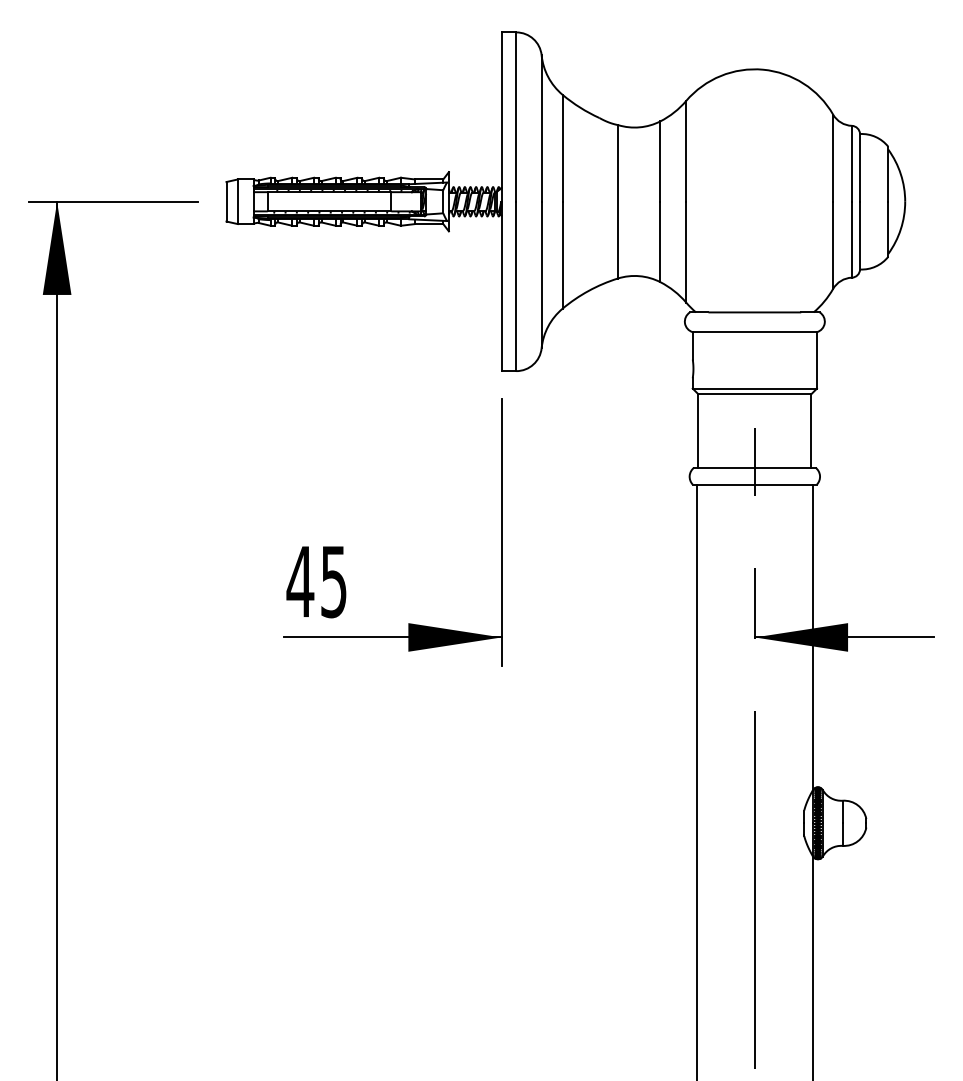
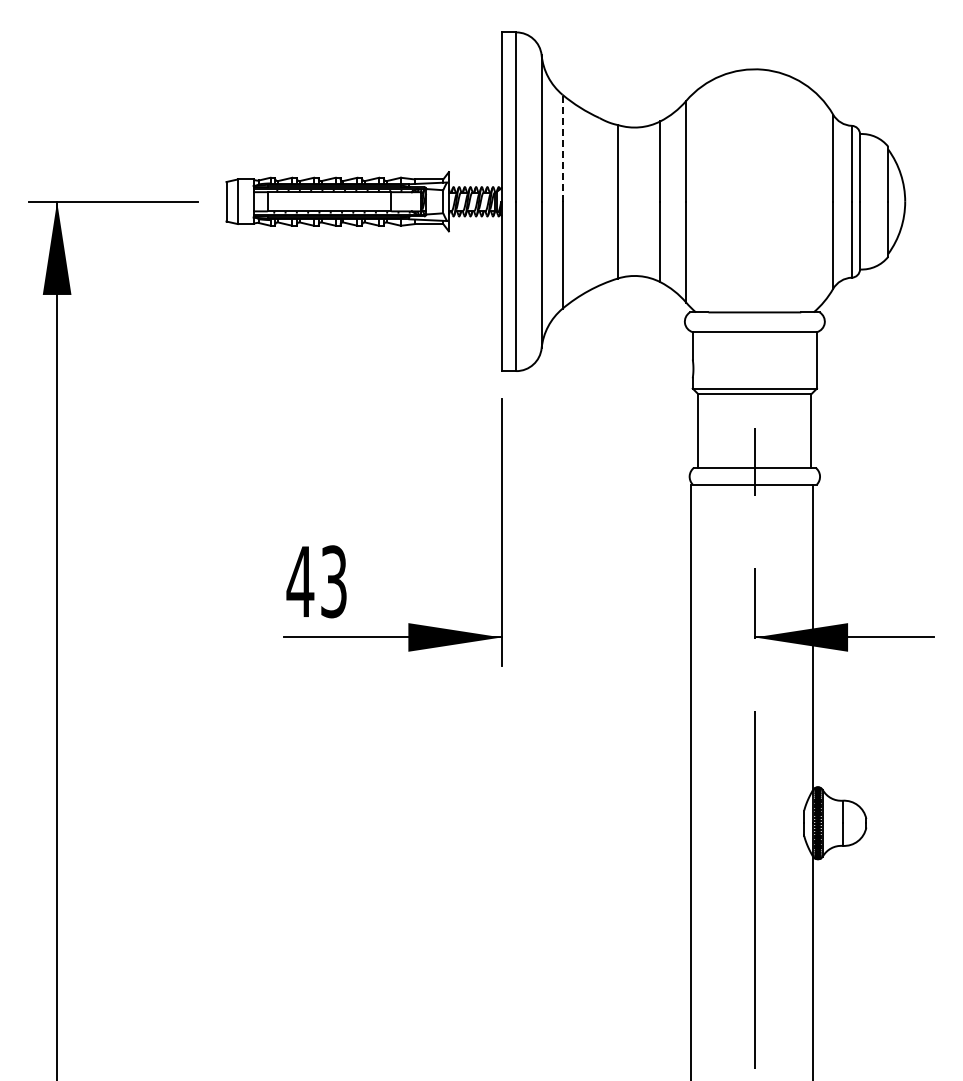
line at (562, 147): solid -> dashed
text at (333, 581): 45 -> 43
line at (696, 780) position: (696, 780) -> (690, 780)
